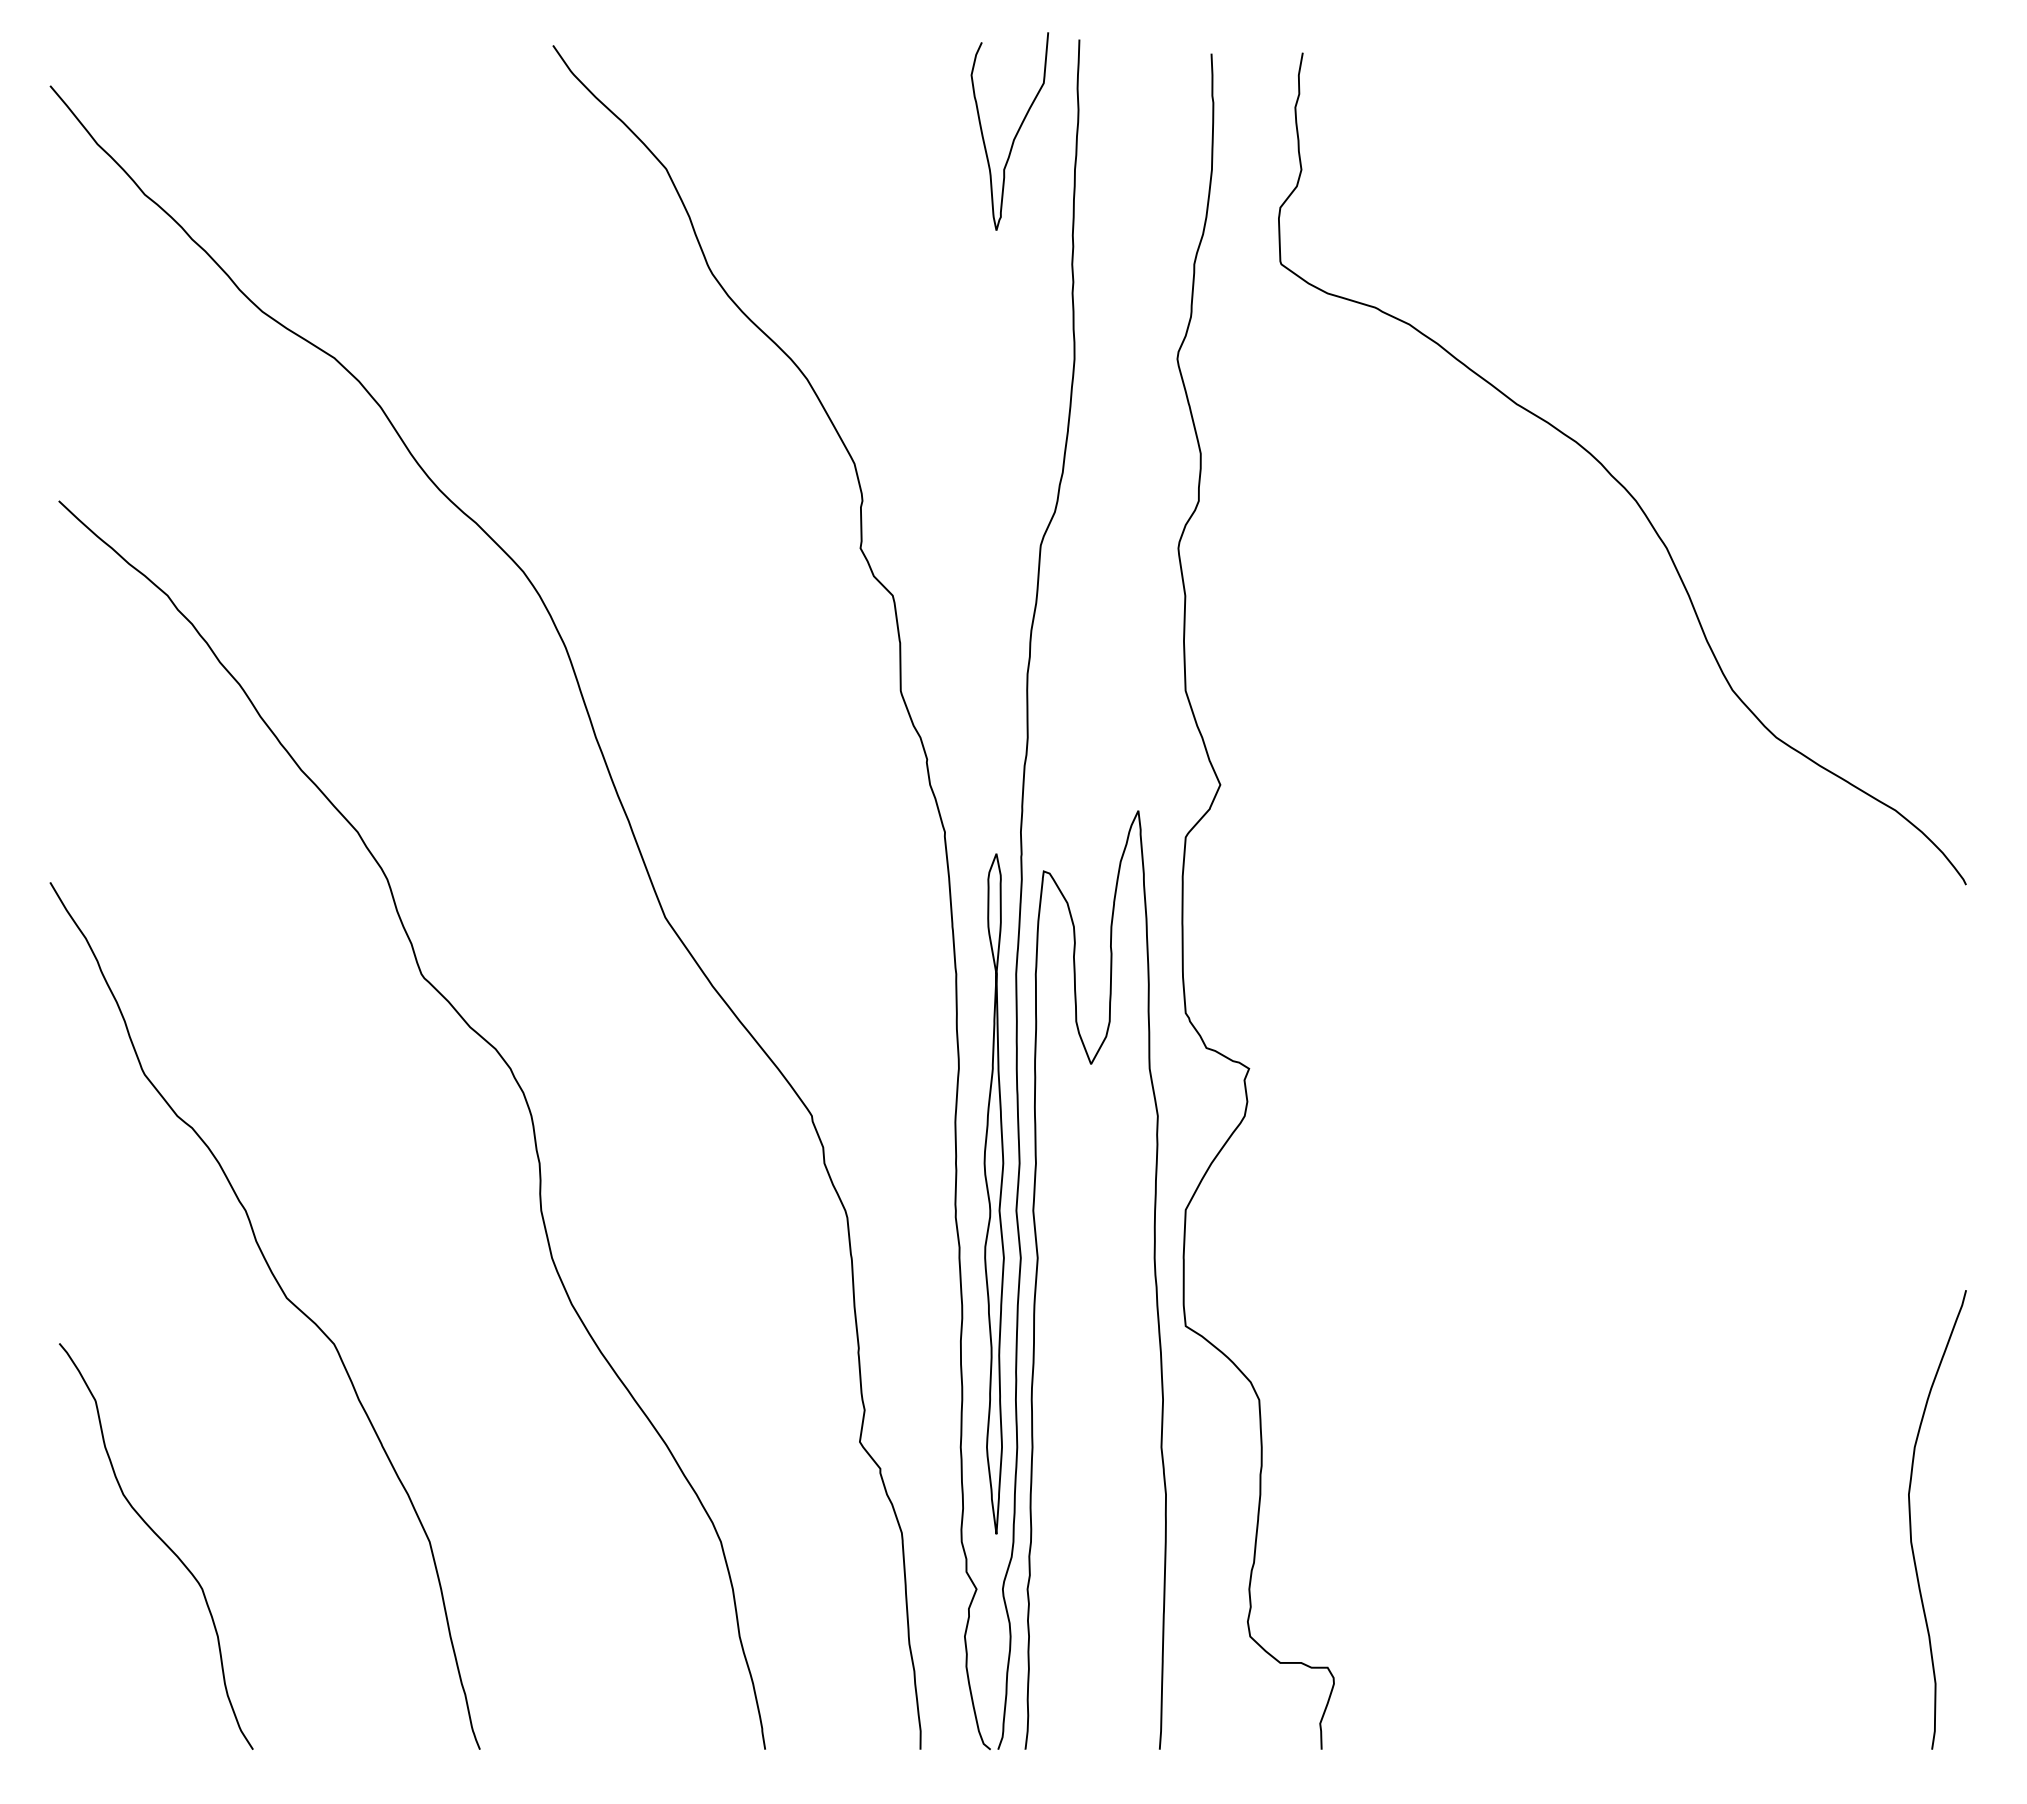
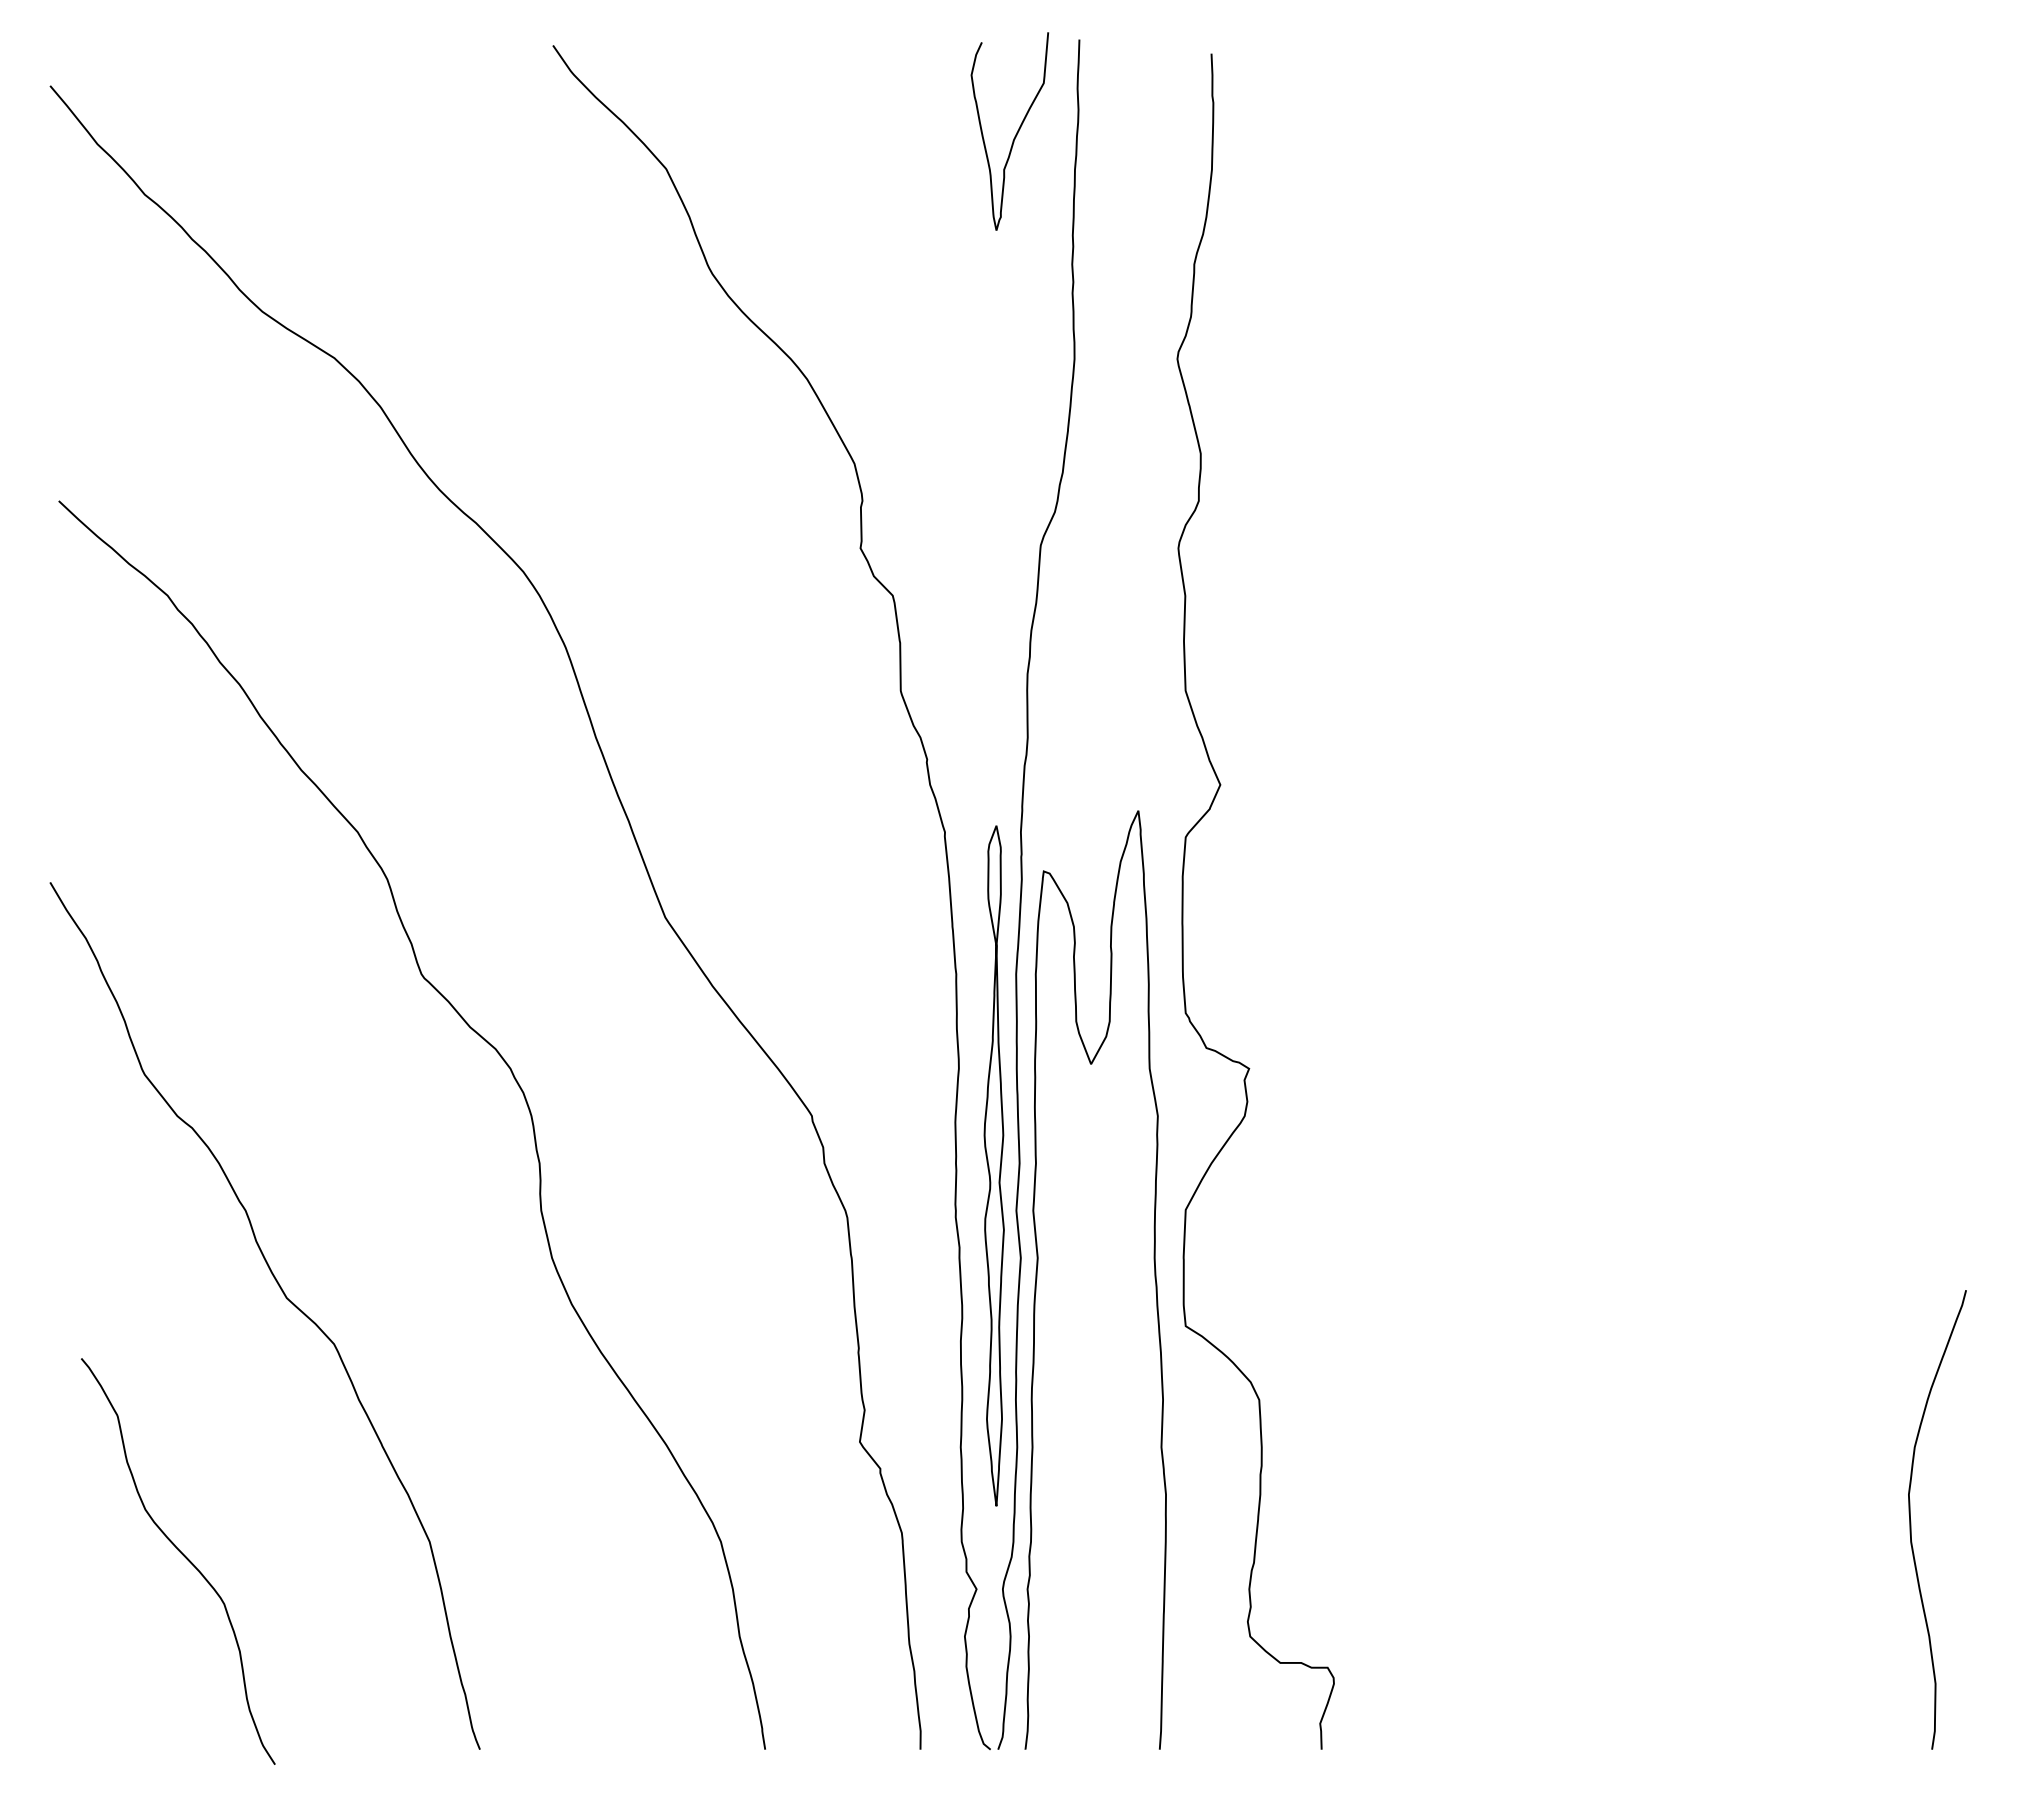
curve at (1615, 477): present -> none
part at (993, 1193) position: (993, 1193) -> (993, 1165)
curve at (161, 1541) position: (161, 1541) -> (183, 1556)
